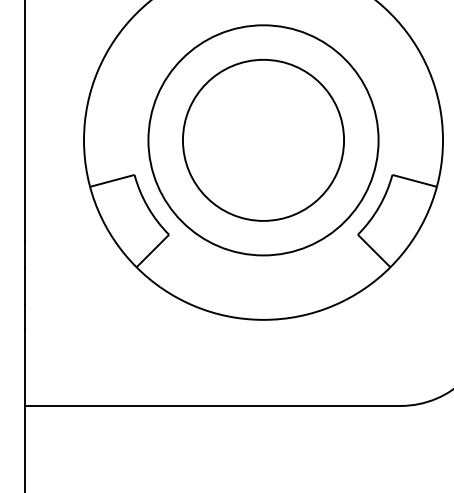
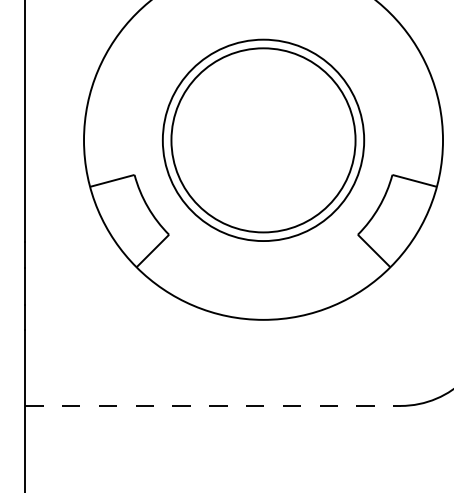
circle at (263, 139) diameter: 161 px -> 201 px
circle at (263, 140) diameter: 230 px -> 184 px
line at (212, 405): solid -> dashed
